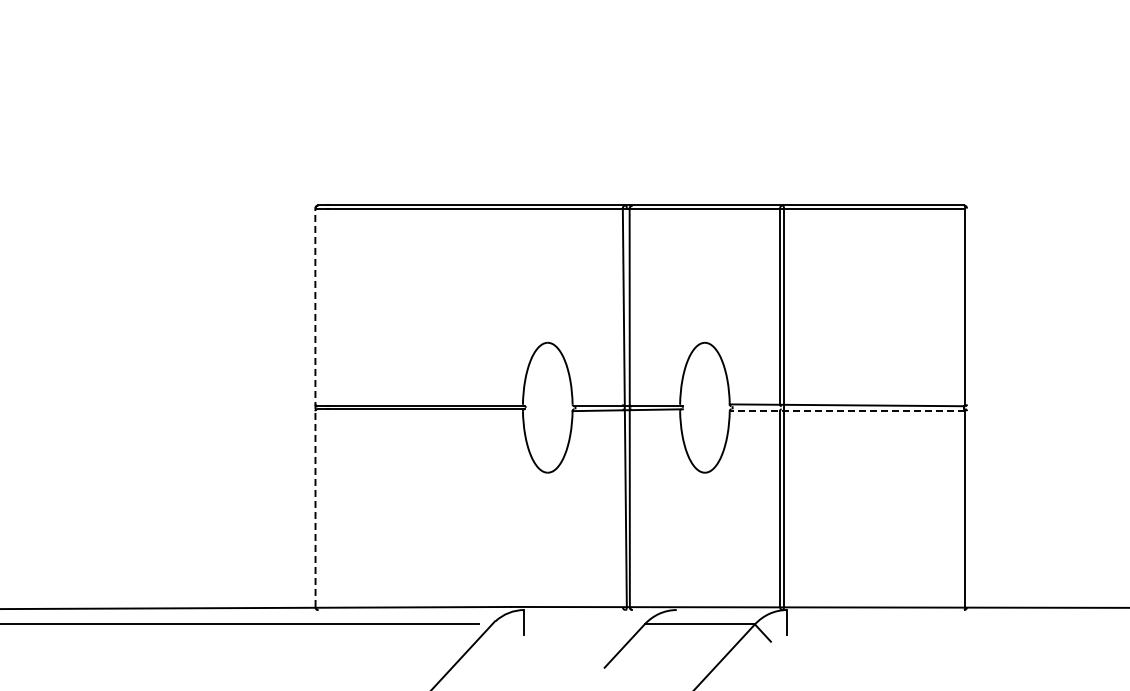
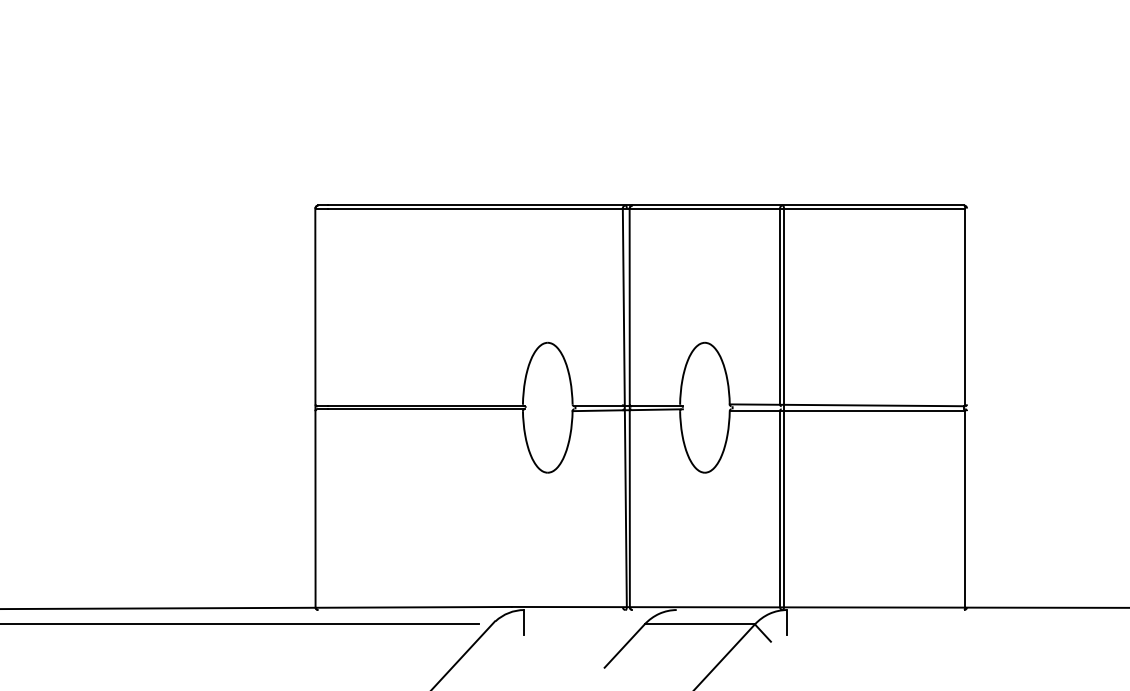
line at (315, 407): dashed -> solid
line at (847, 411): dashed -> solid
